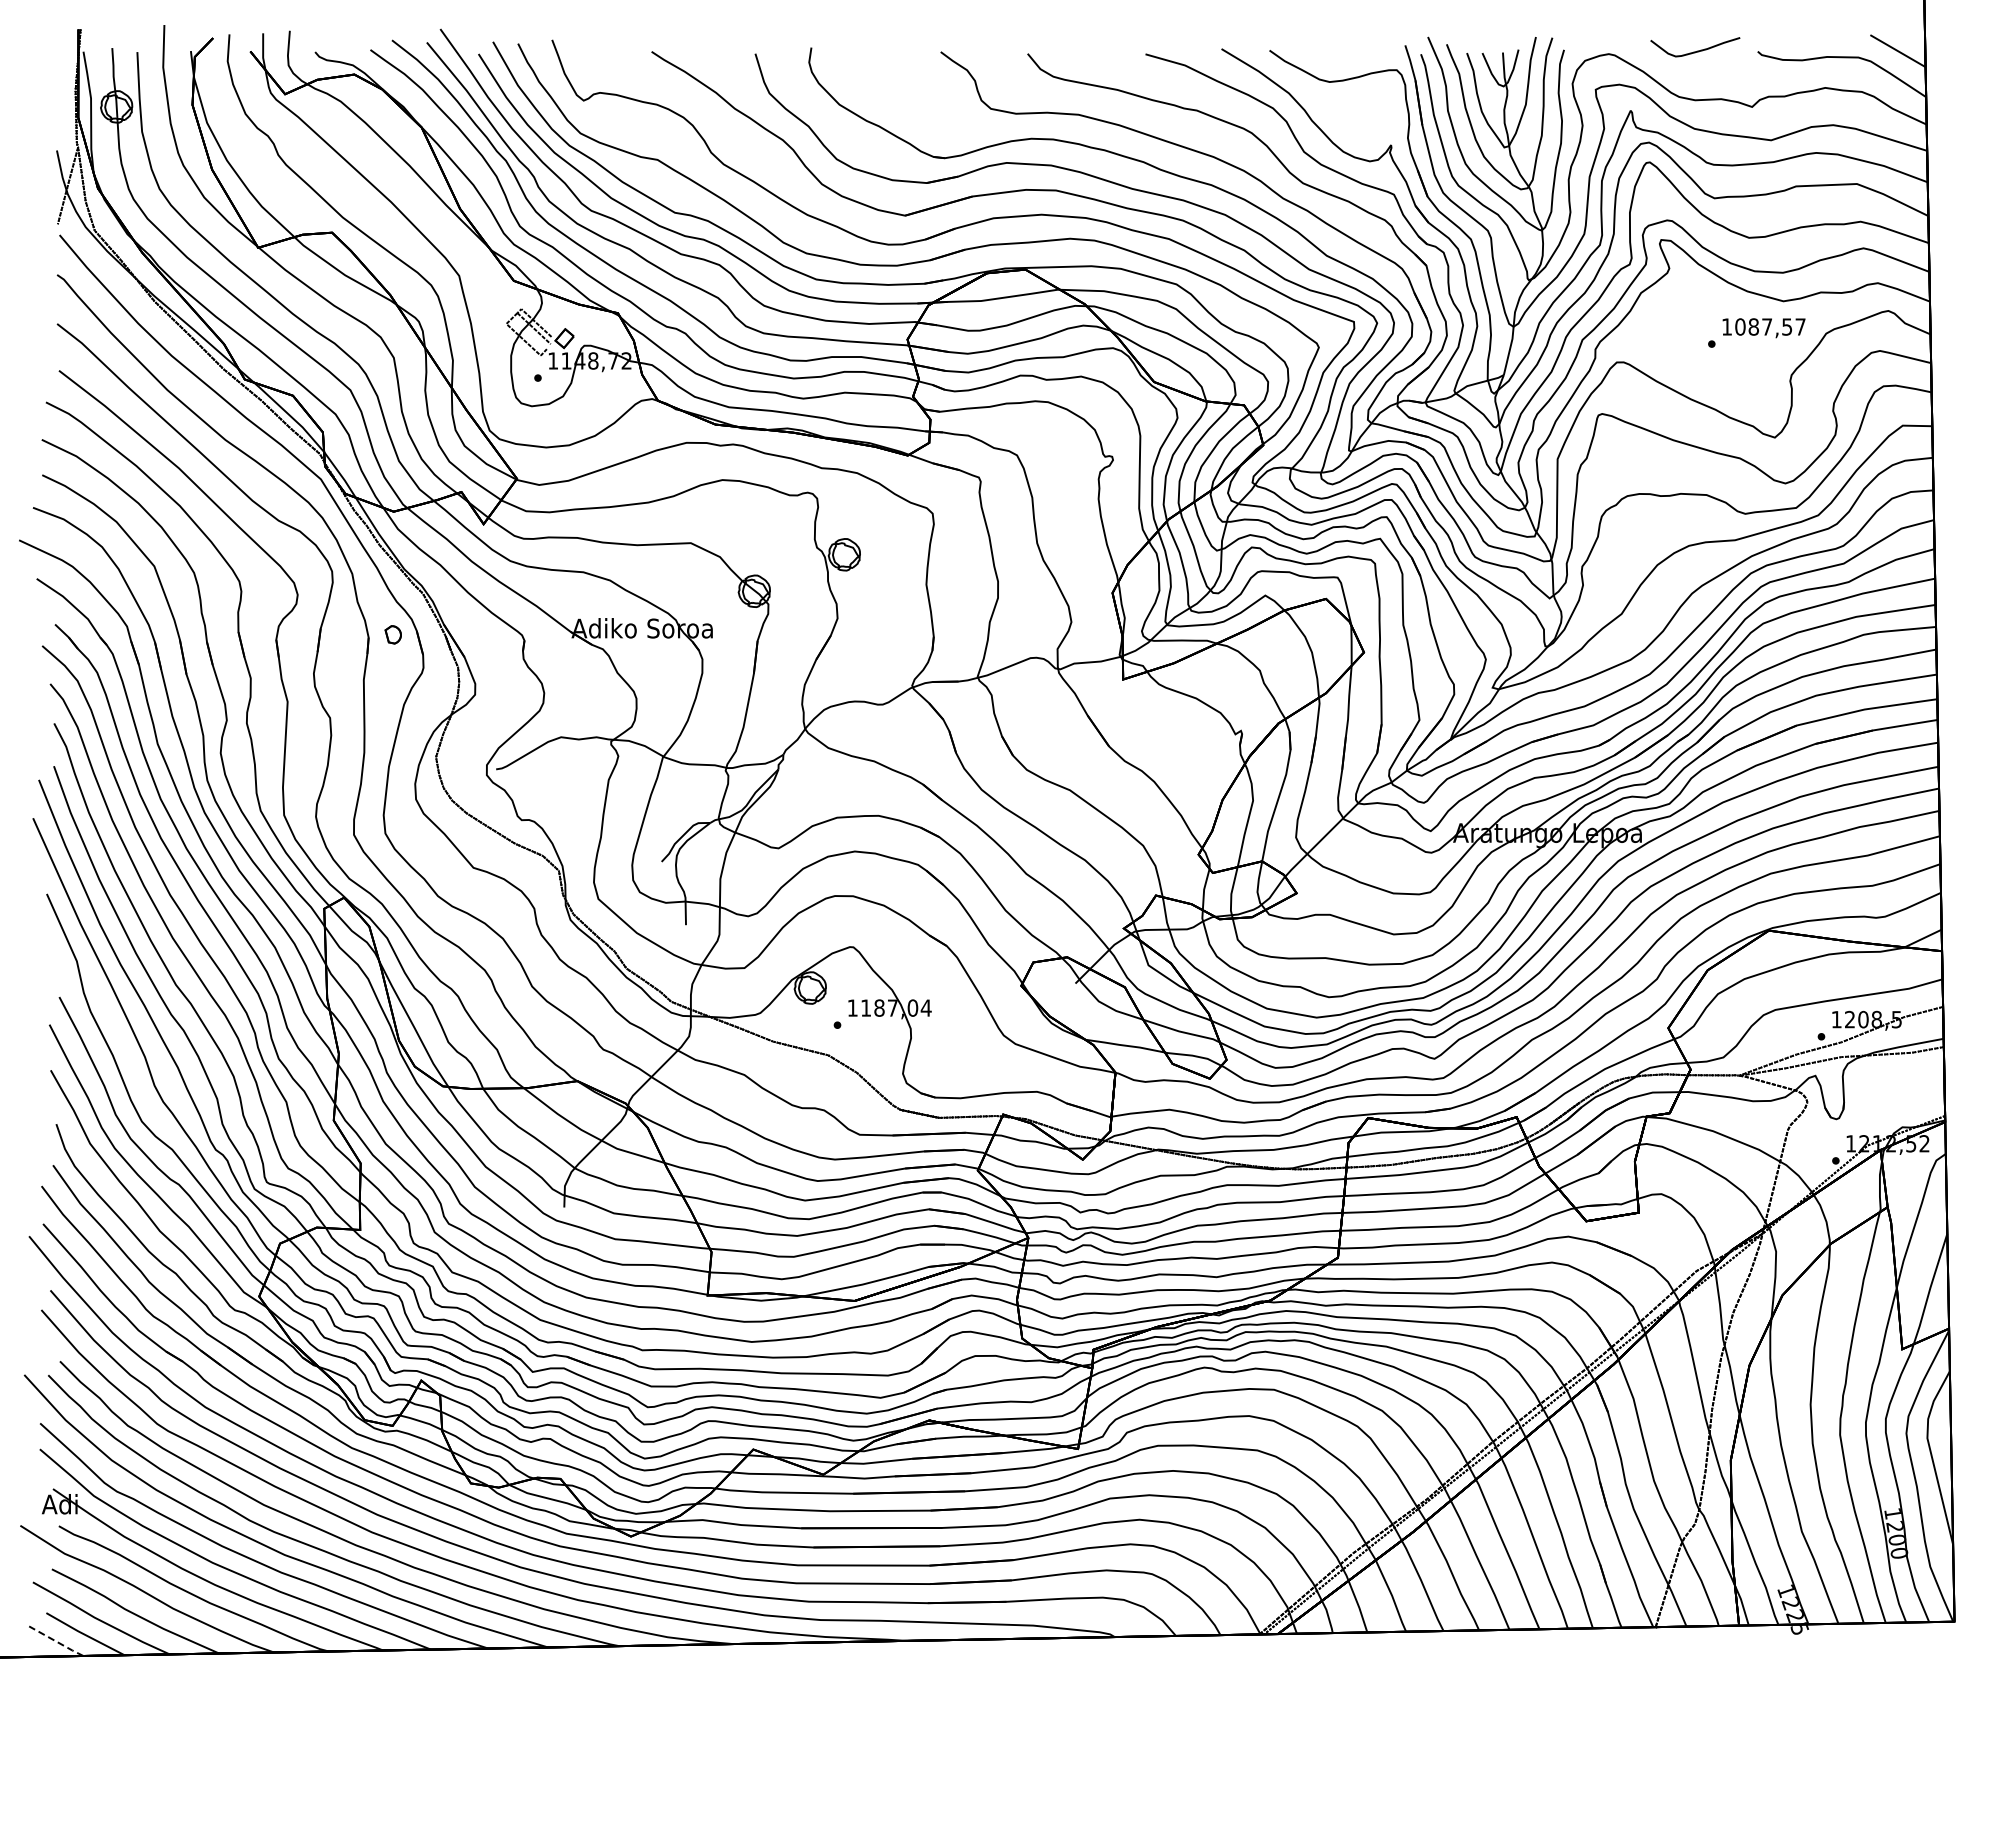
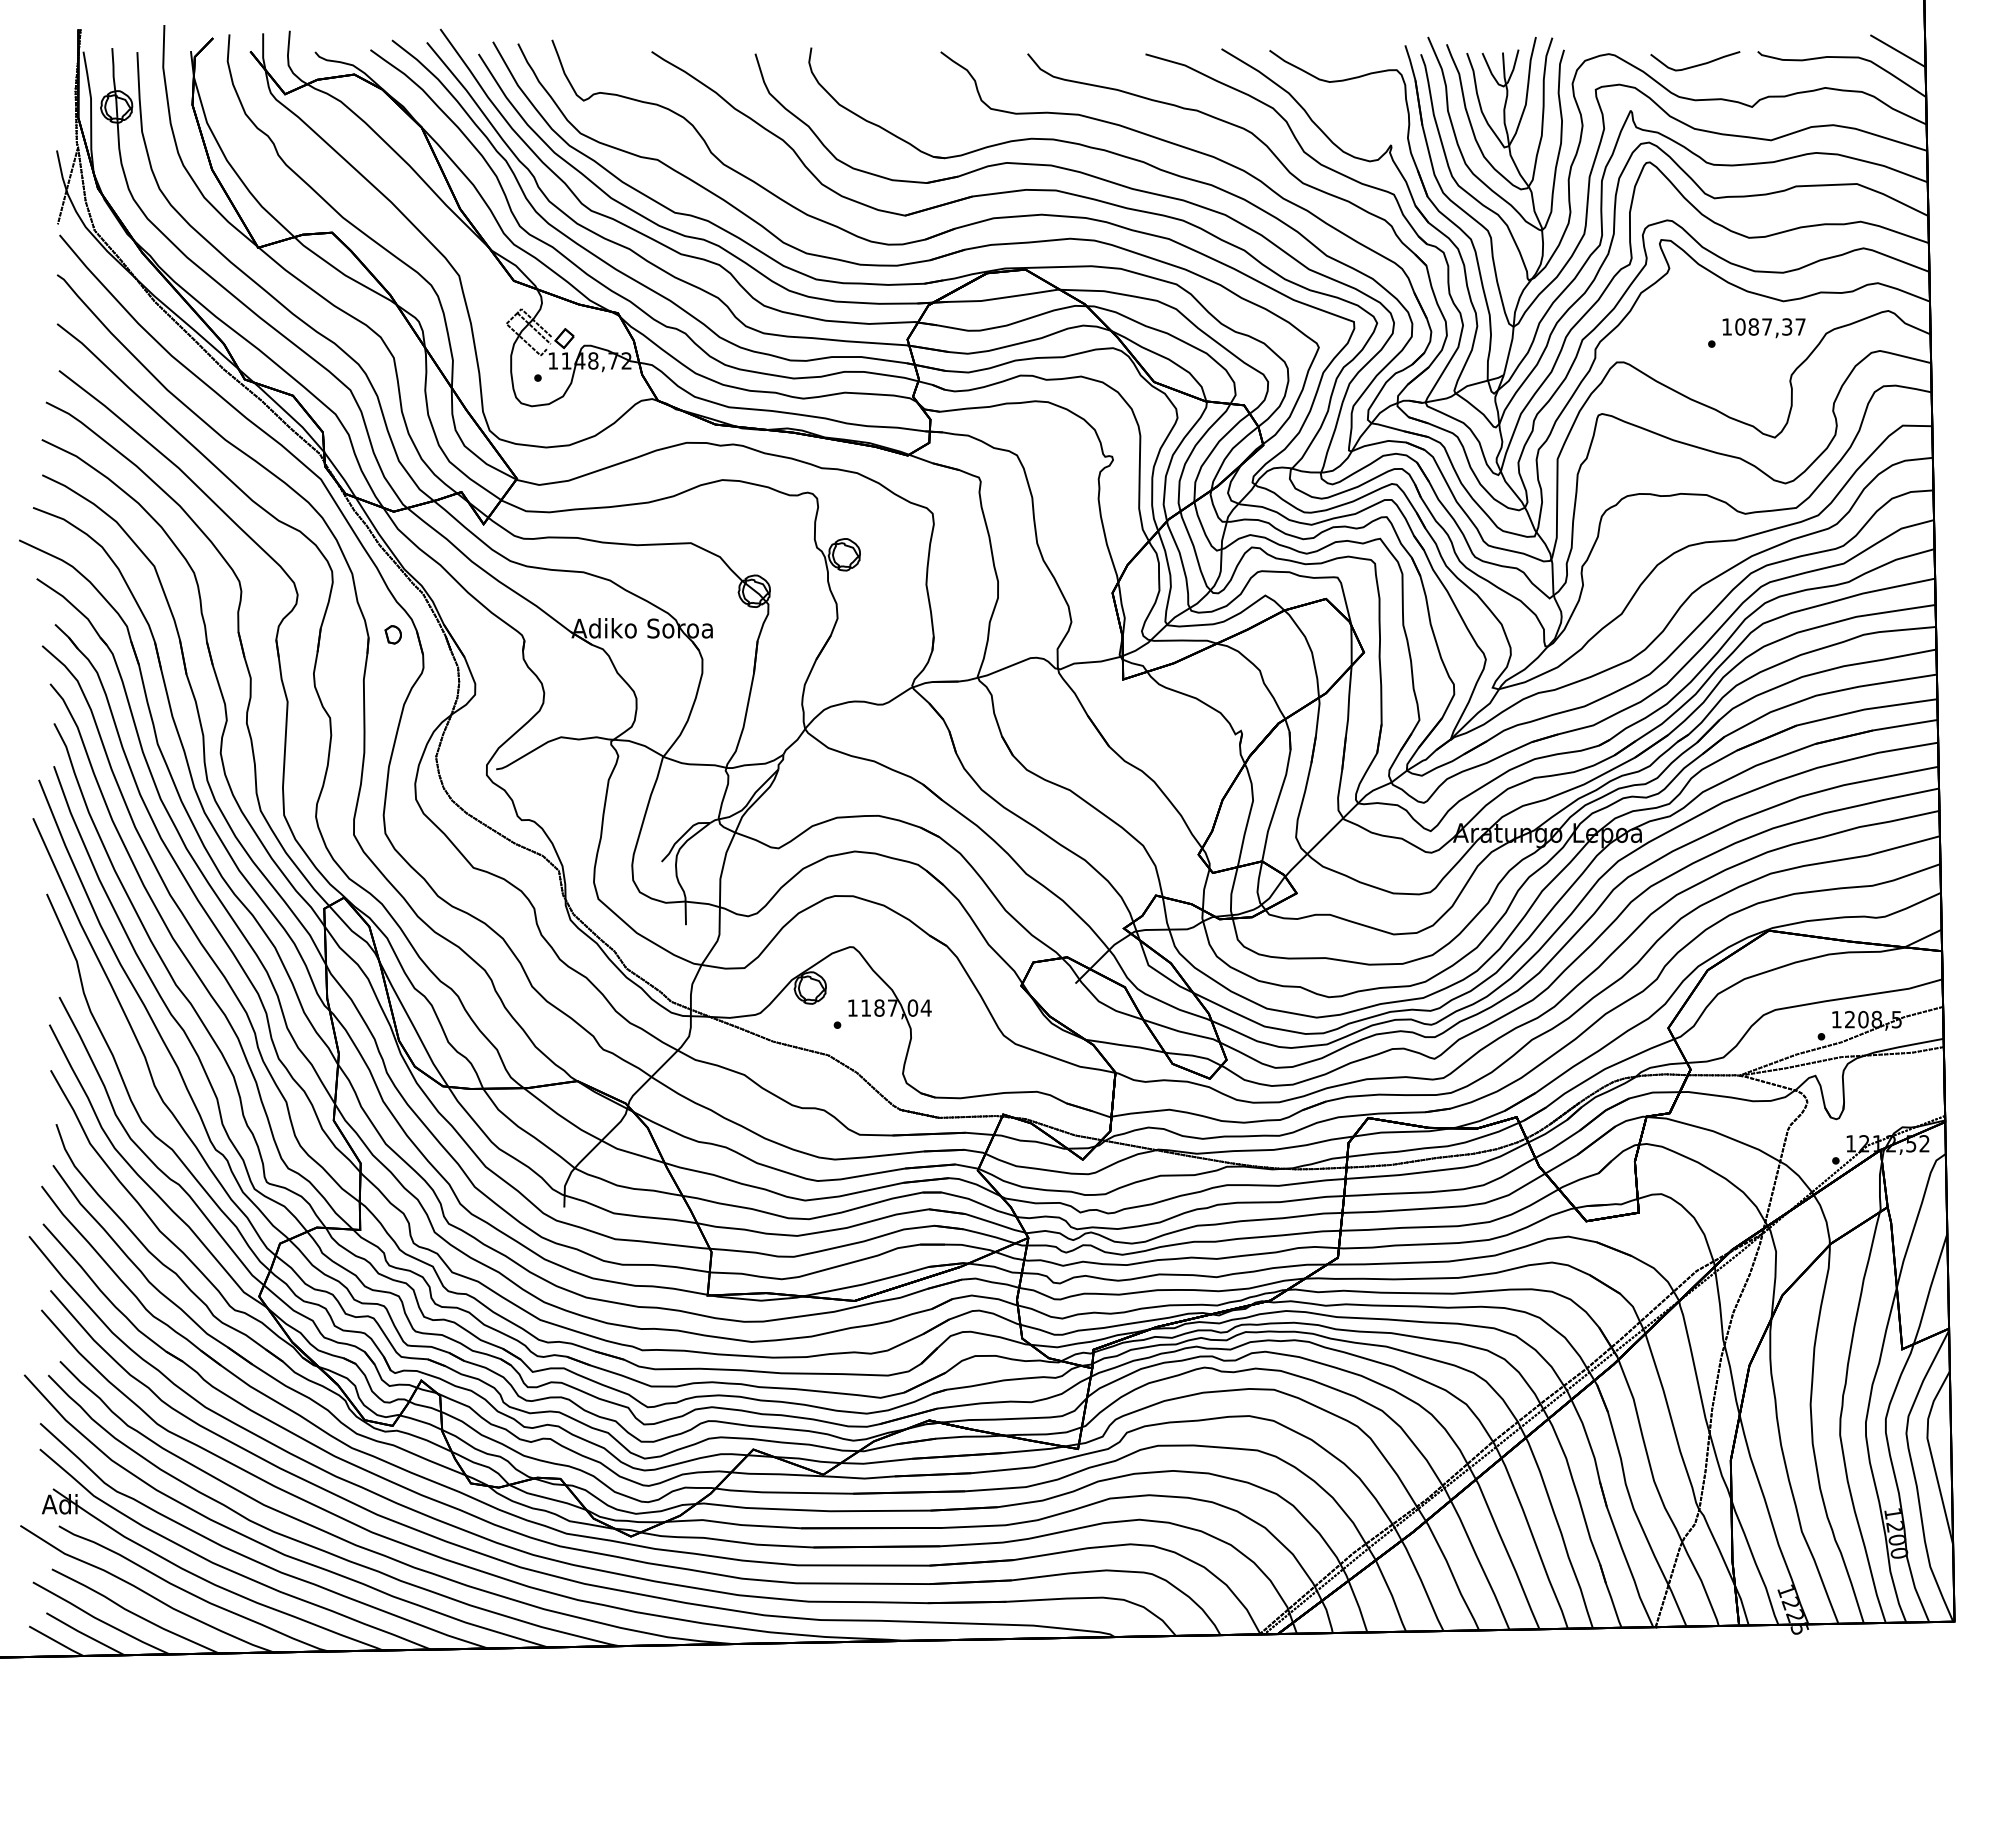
curve at (1697, 50) position: (1697, 50) -> (1697, 64)
text at (1787, 326): 1087,57 -> 1087,37
line at (56, 1641): dashed -> solid
